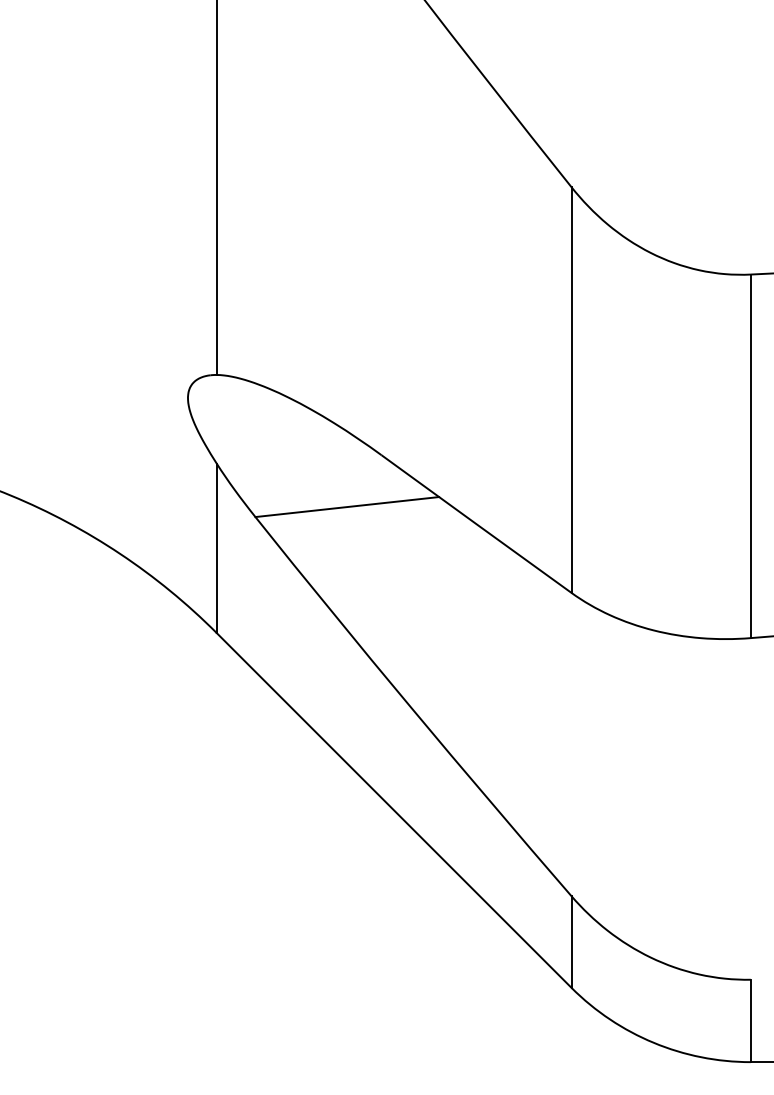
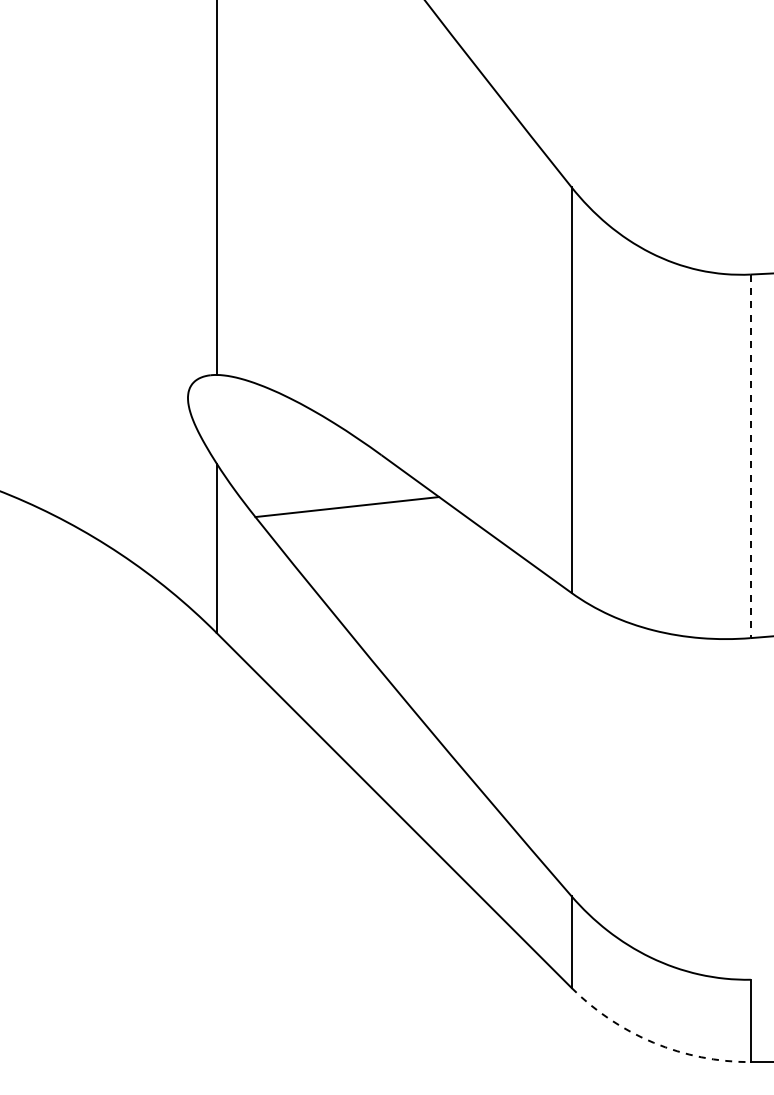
line at (750, 456): solid -> dashed
arc at (653, 1042): solid -> dashed
